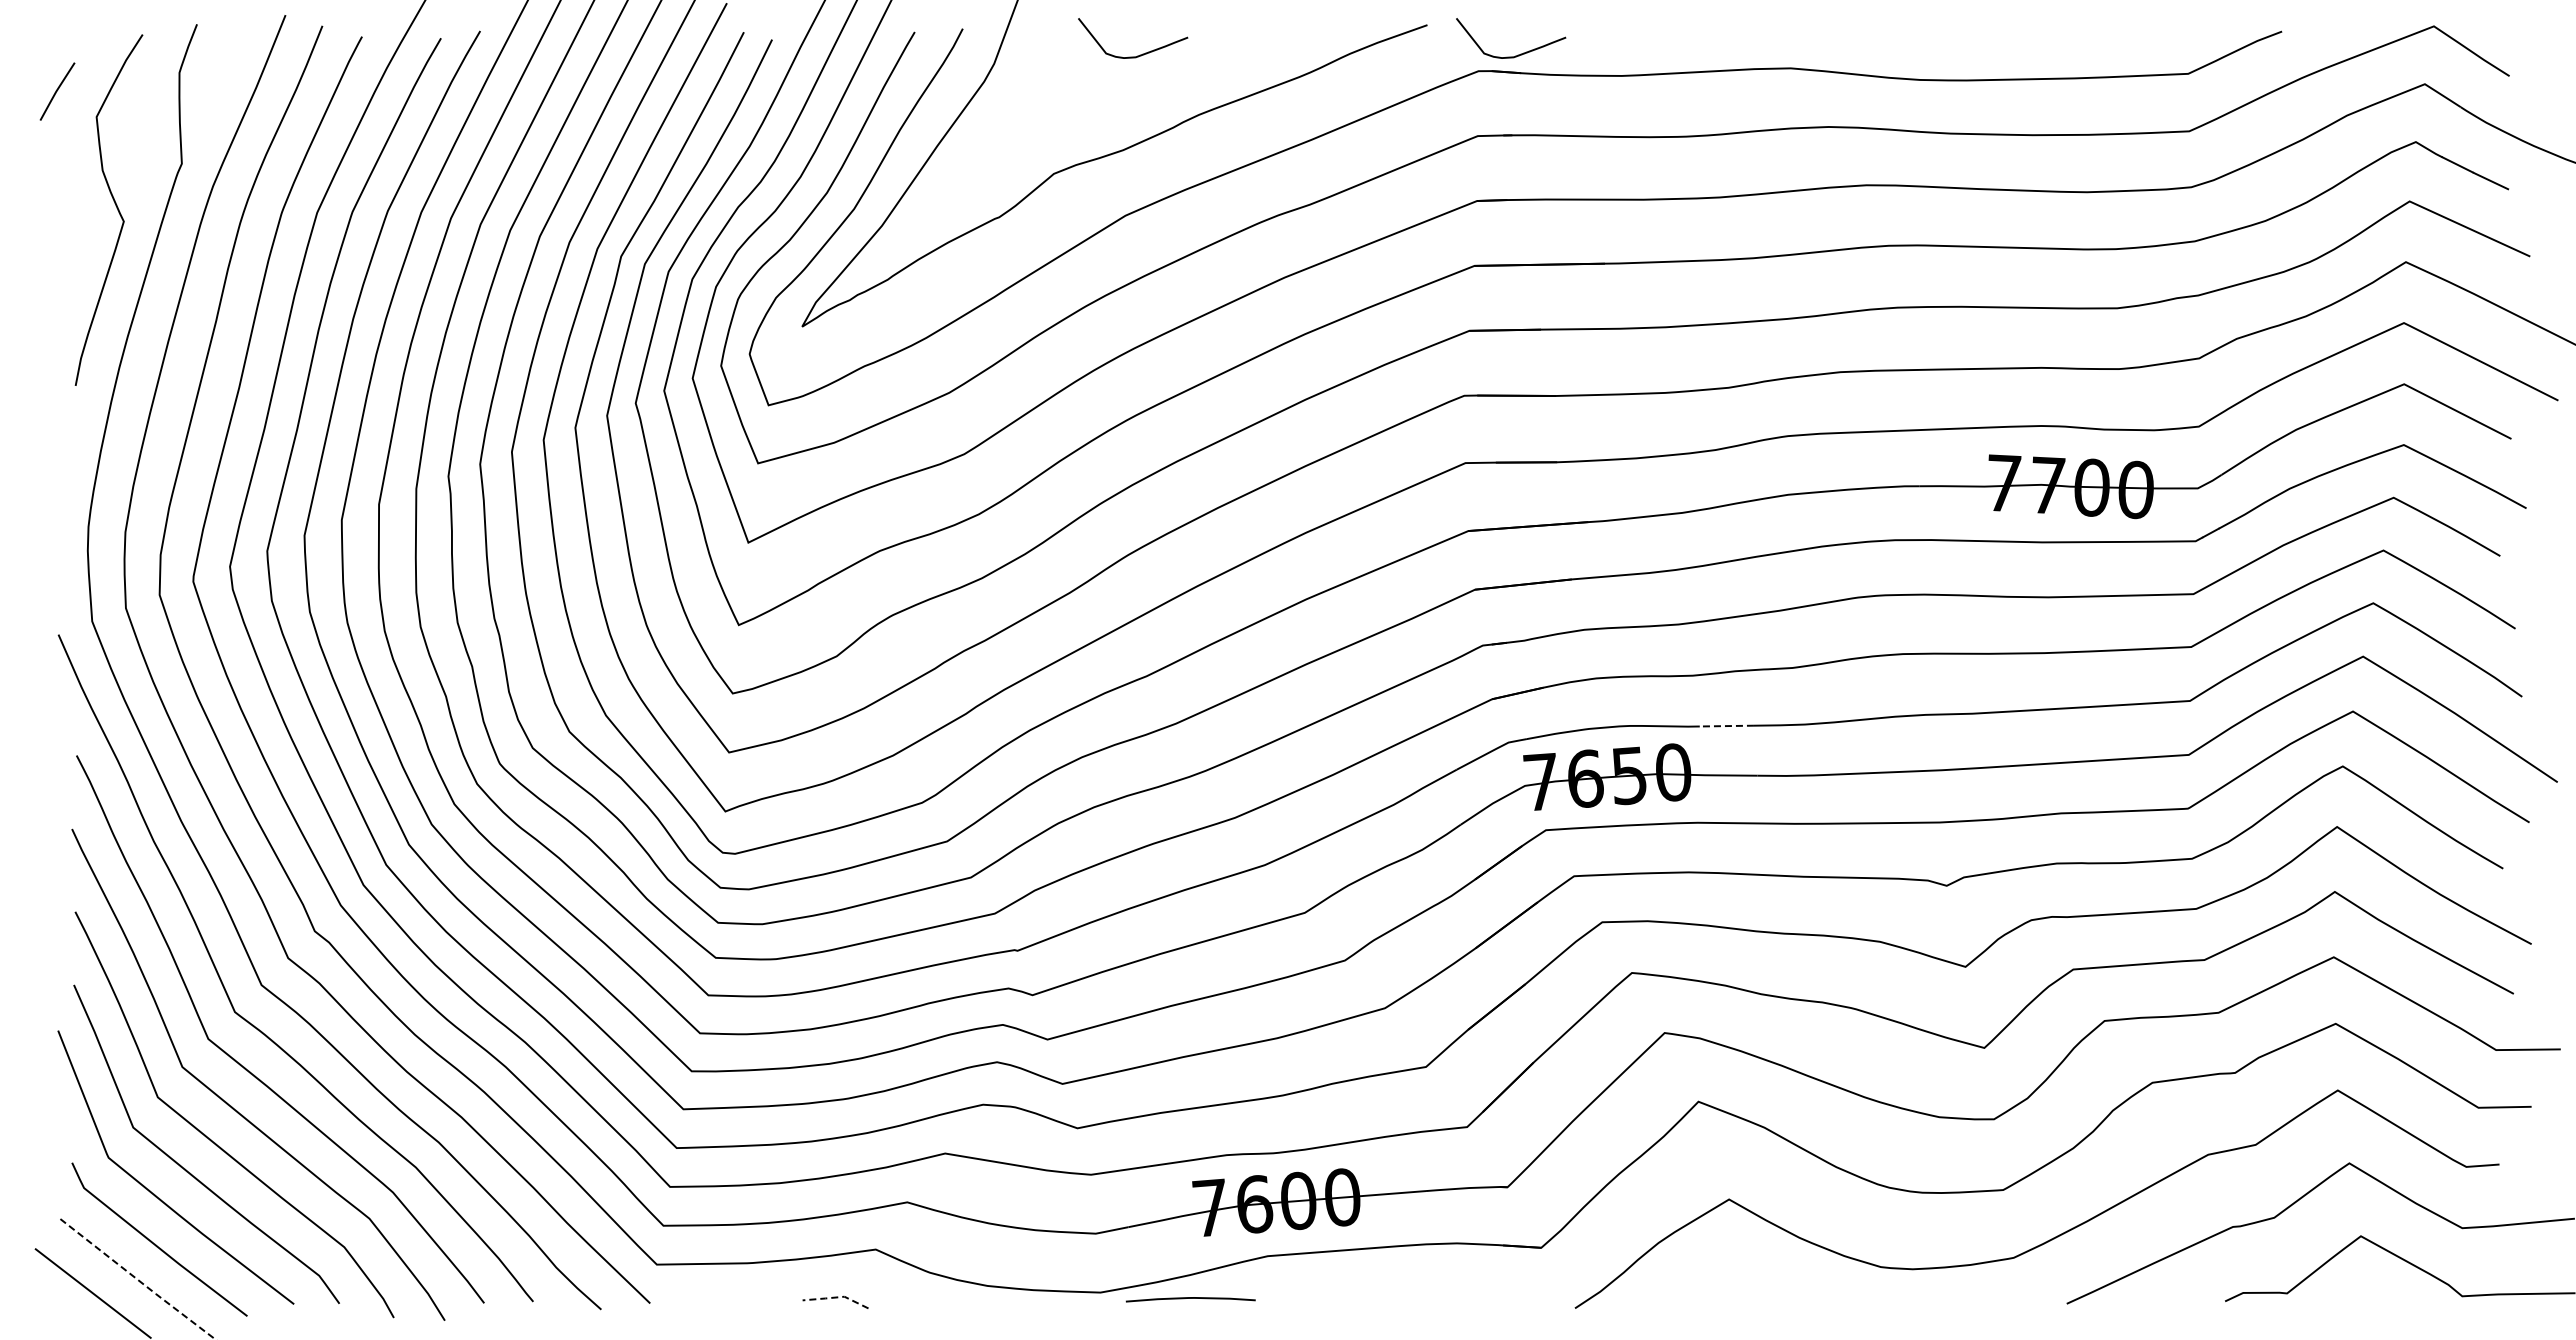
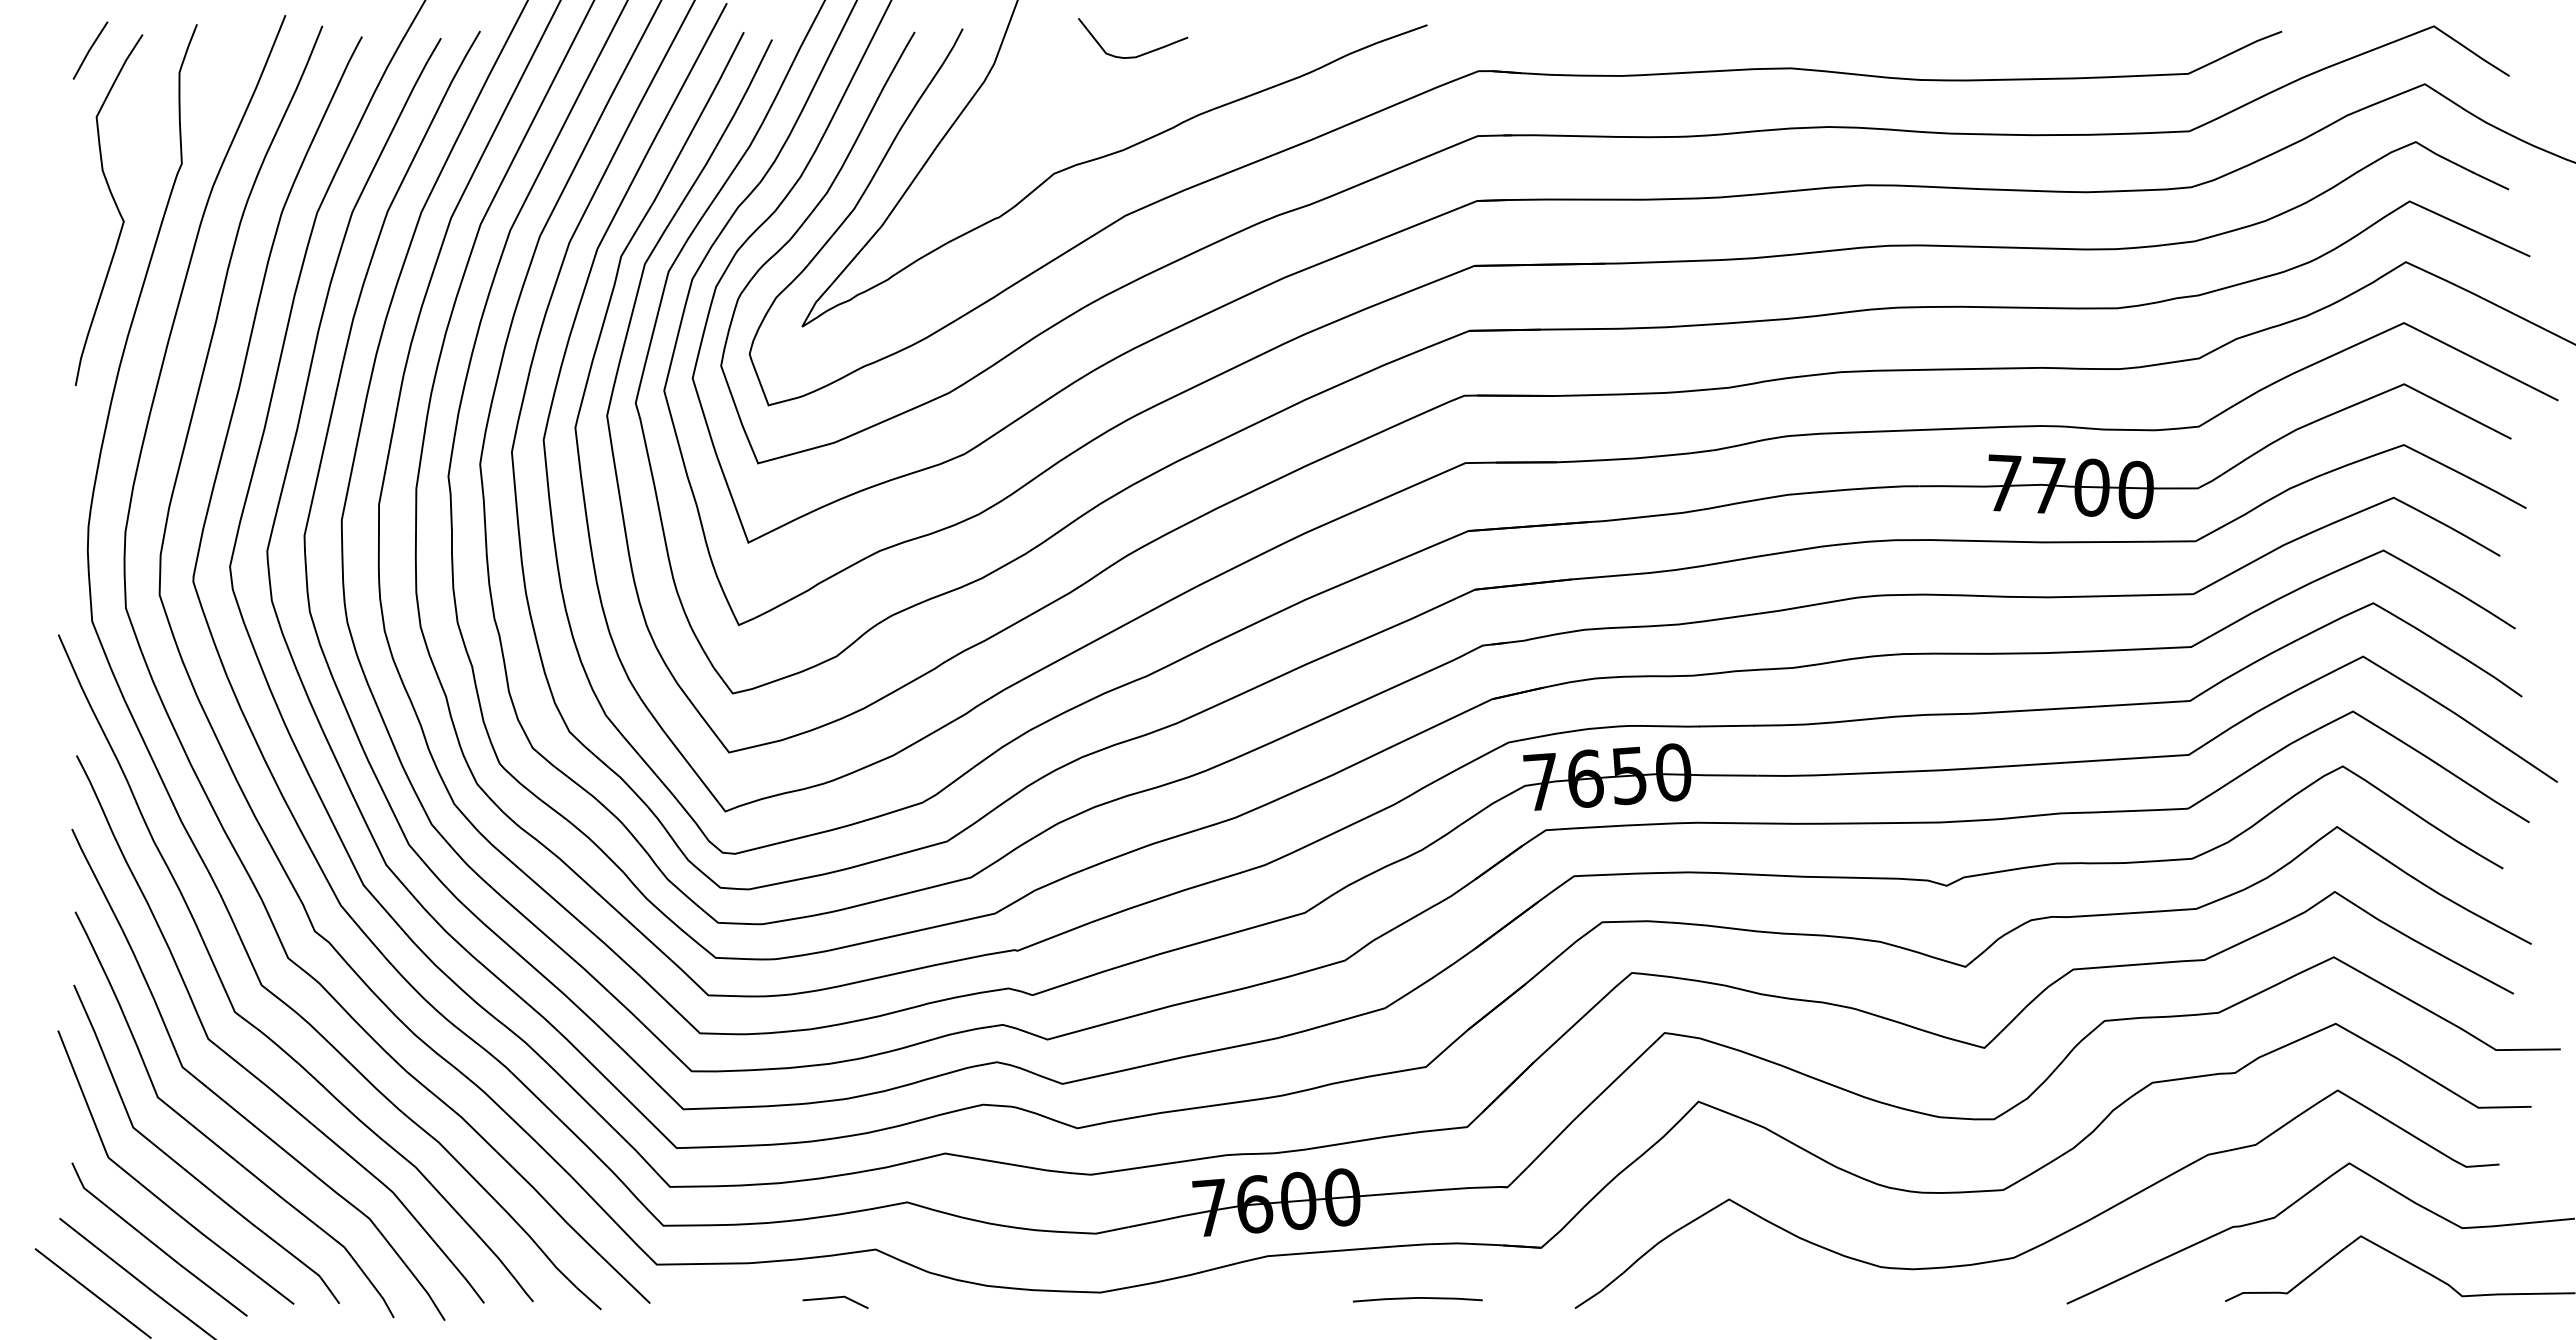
curve at (1518, 54): present -> none
line at (57, 91) position: (57, 91) -> (90, 50)
line at (1726, 726): dashed -> solid
line at (137, 1279): dashed -> solid
line at (836, 1297): dashed -> solid
curve at (1190, 1298) position: (1190, 1298) -> (1417, 1298)
